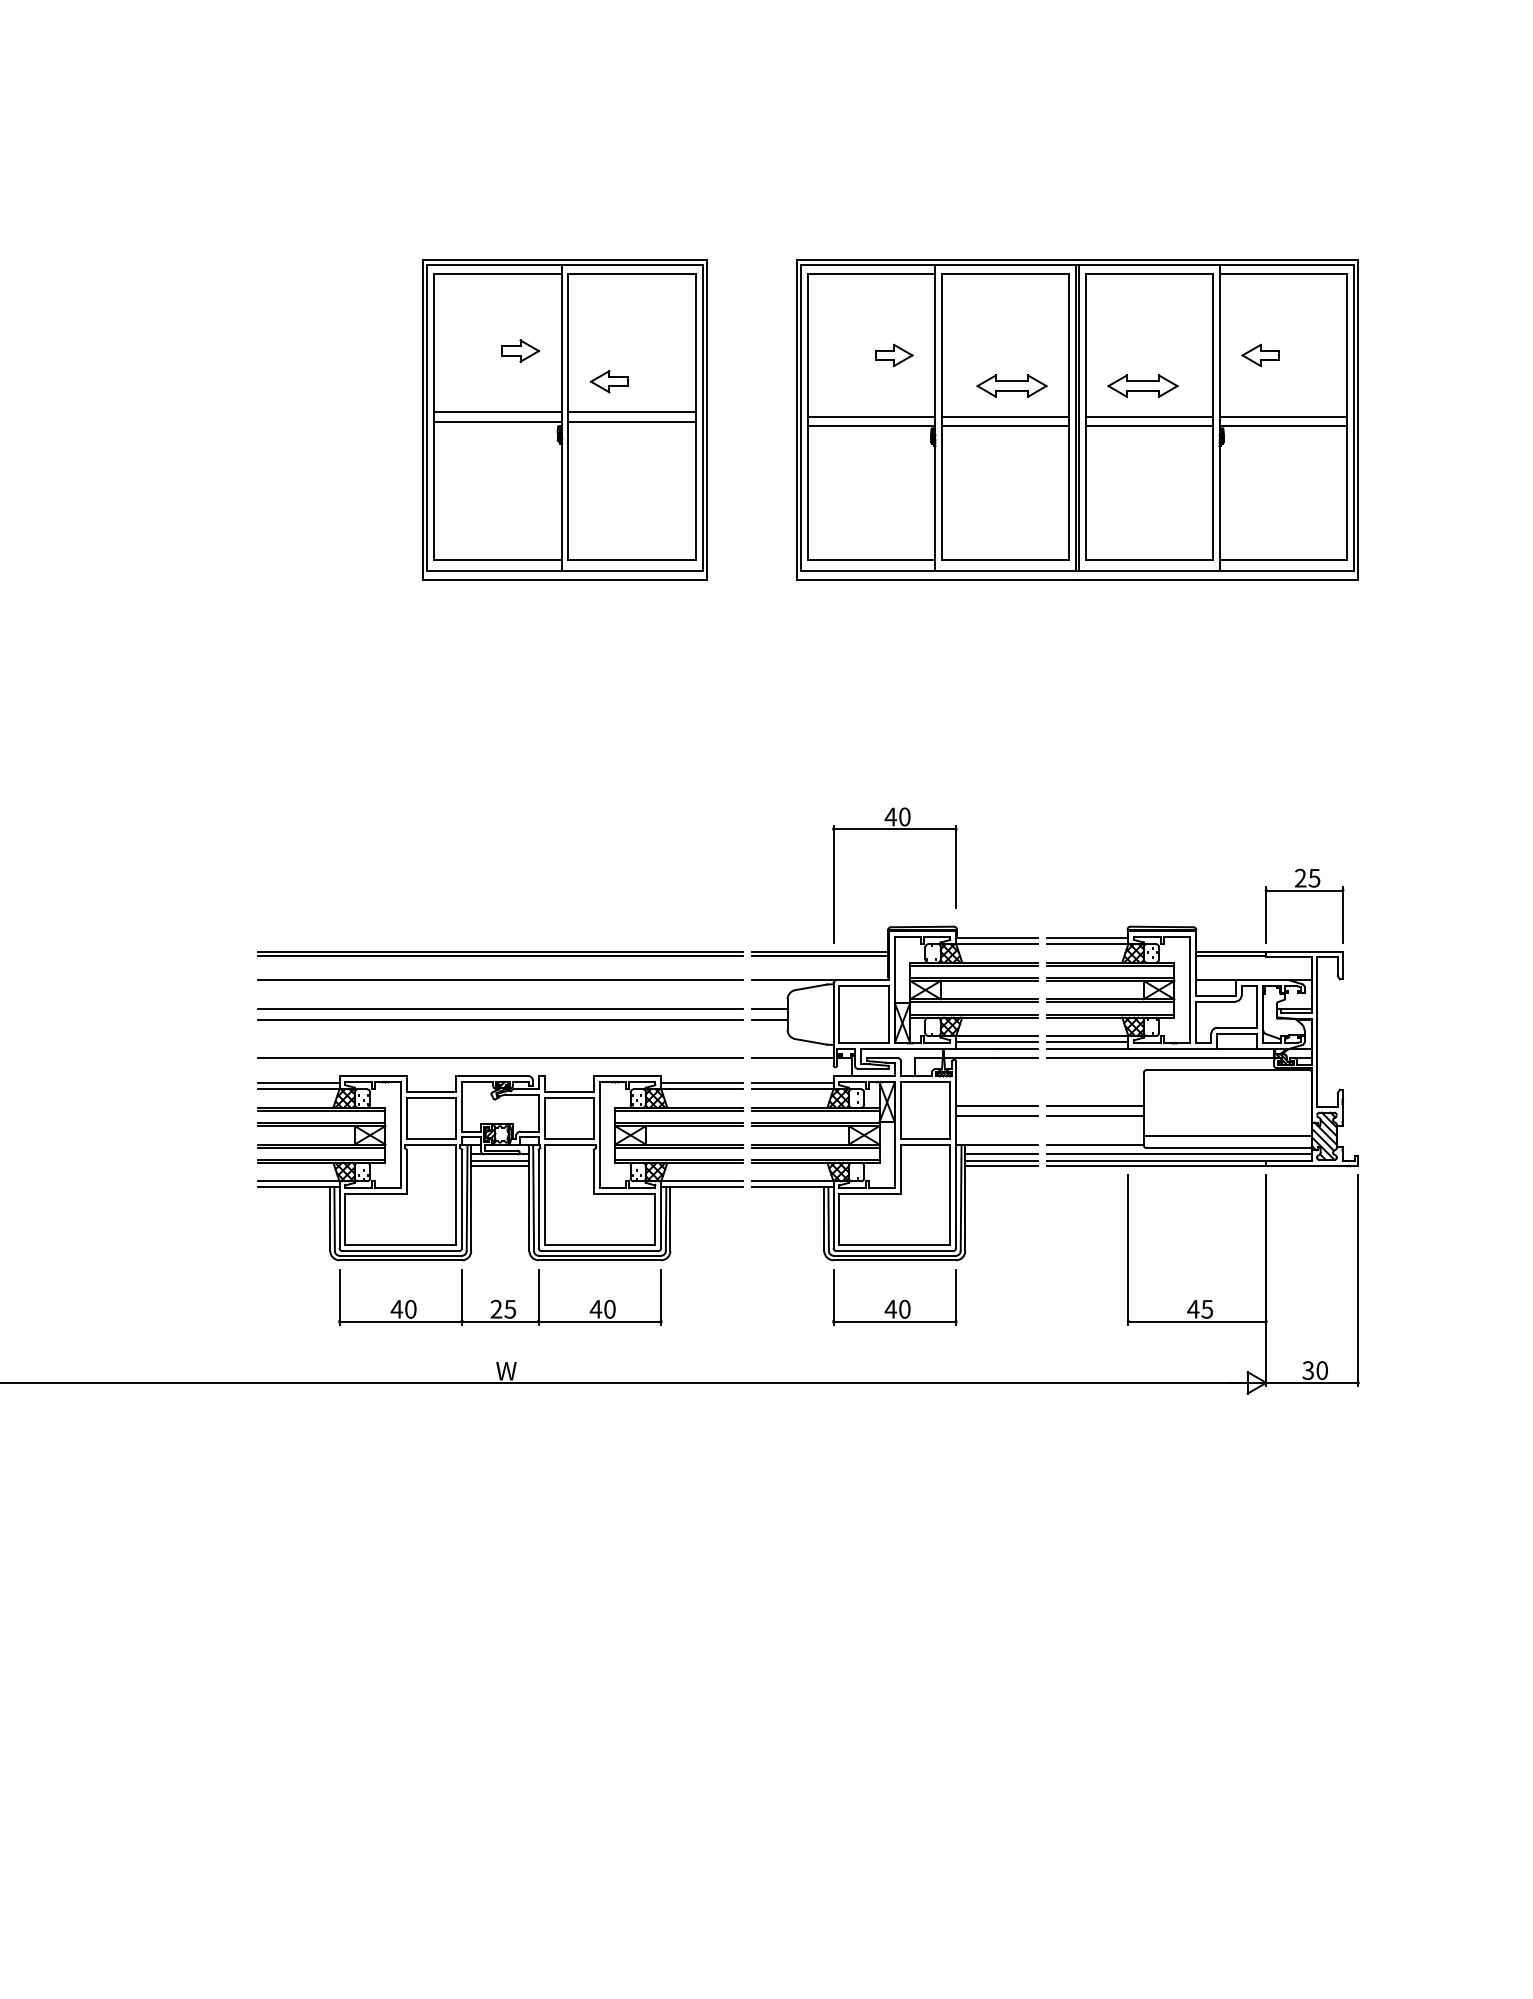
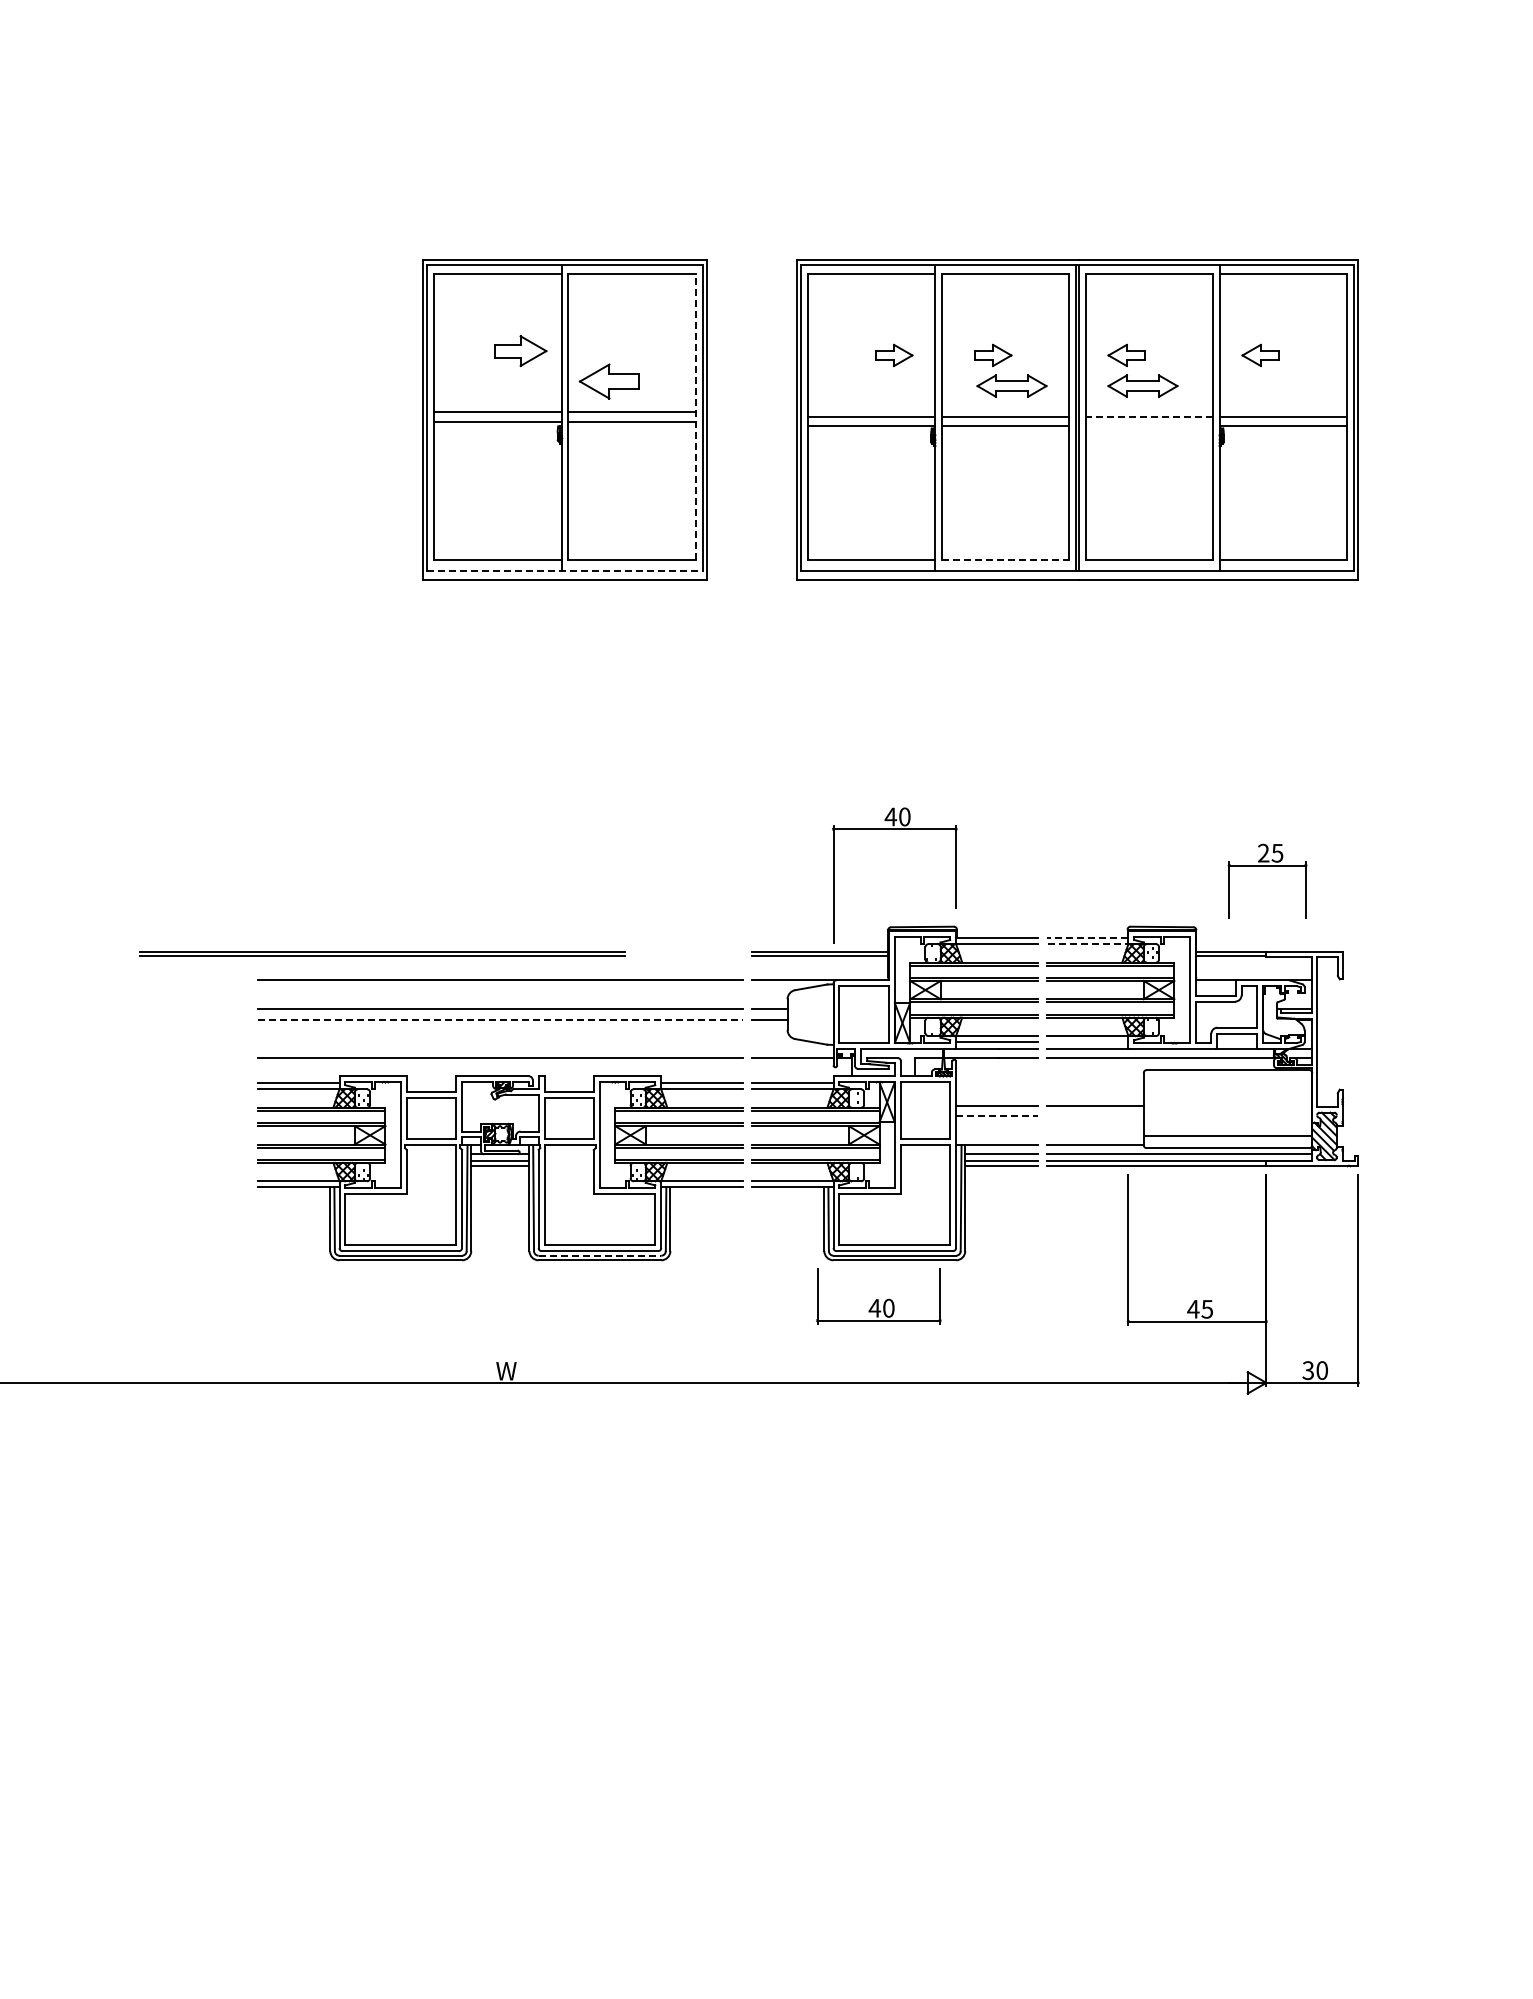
part at (520, 350) size: 39x24 px -> 54x32 px
part at (993, 355): none -> present
part at (1126, 355): none -> present
part at (609, 381) size: 39x24 px -> 62x37 px
line at (695, 416): solid -> dashed
line at (1149, 416): solid -> dashed
line at (1149, 425): present -> none
line at (1005, 560): solid -> dashed
line at (565, 571): solid -> dashed
part at (1304, 891) position: (1304, 891) -> (1267, 866)
line at (1087, 938): solid -> dashed
line at (1088, 944): solid -> dashed
part at (500, 953) position: (500, 953) -> (382, 953)
line at (500, 1019): solid -> dashed
line at (1087, 1042): present -> none
line at (996, 1116): solid -> dashed
line at (1094, 1116): present -> none
line at (600, 1255): solid -> dashed
part at (500, 1297): present -> none
part at (894, 1297) position: (894, 1297) -> (878, 1296)
